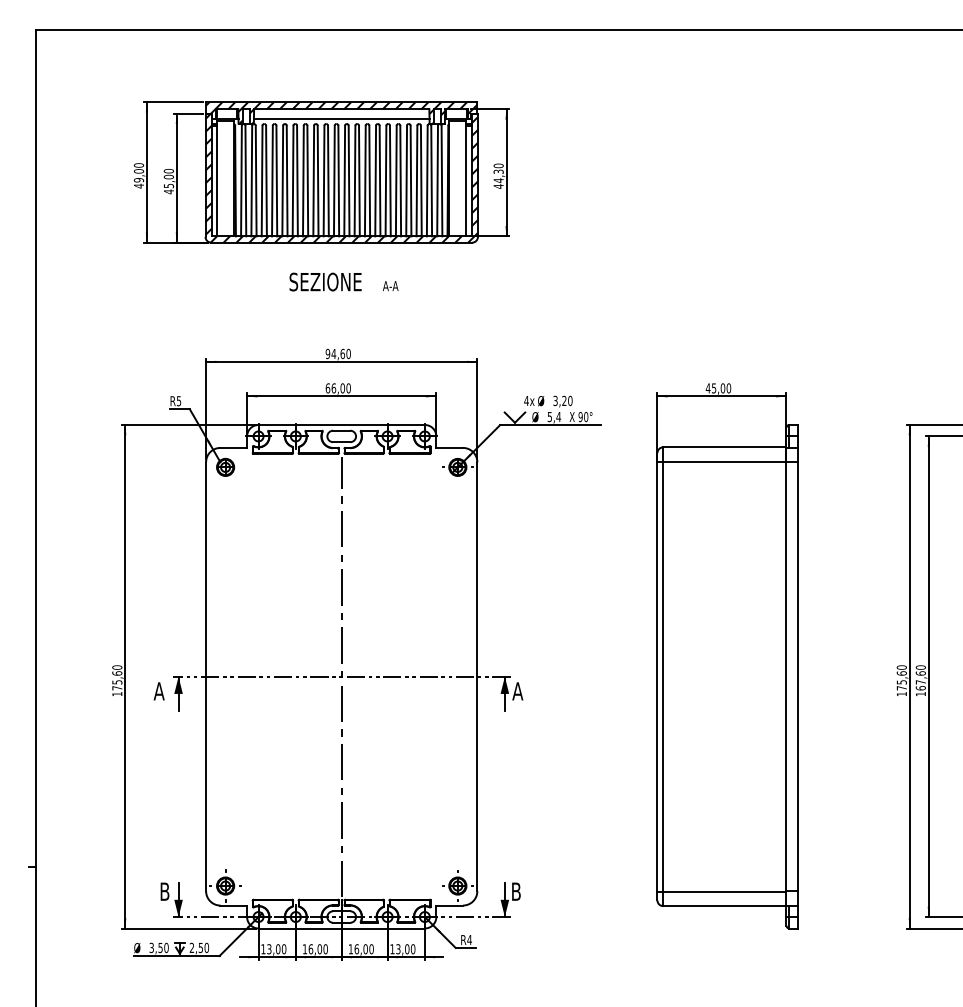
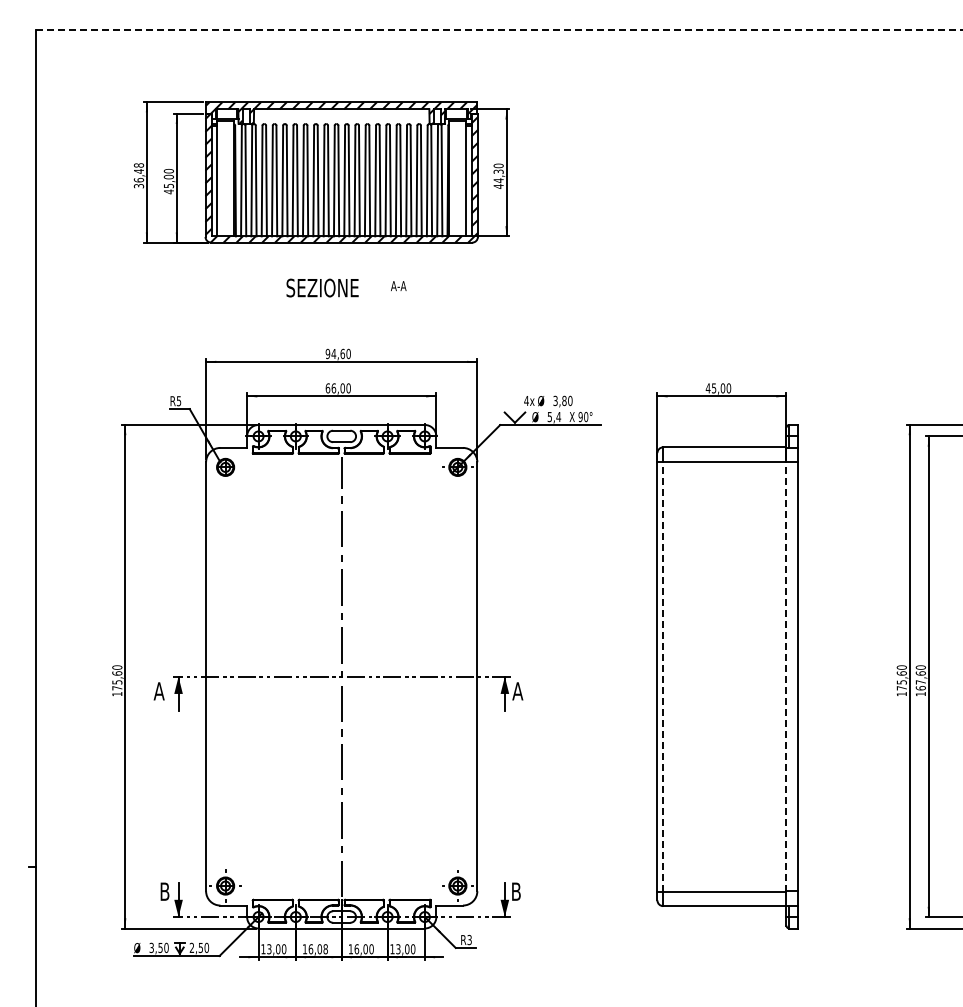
line at (499, 30): solid -> dashed
line at (341, 119): present -> none
text at (138, 175): 49,00 -> 36,48
text at (325, 281) position: (325, 281) -> (322, 287)
text at (390, 286) position: (390, 286) -> (398, 286)
text at (564, 401): 3,20 -> 3,80
line at (663, 676): solid -> dashed
line at (786, 676): solid -> dashed
text at (469, 939): R4 -> R3
text at (325, 948): 16,00 -> 16,08
